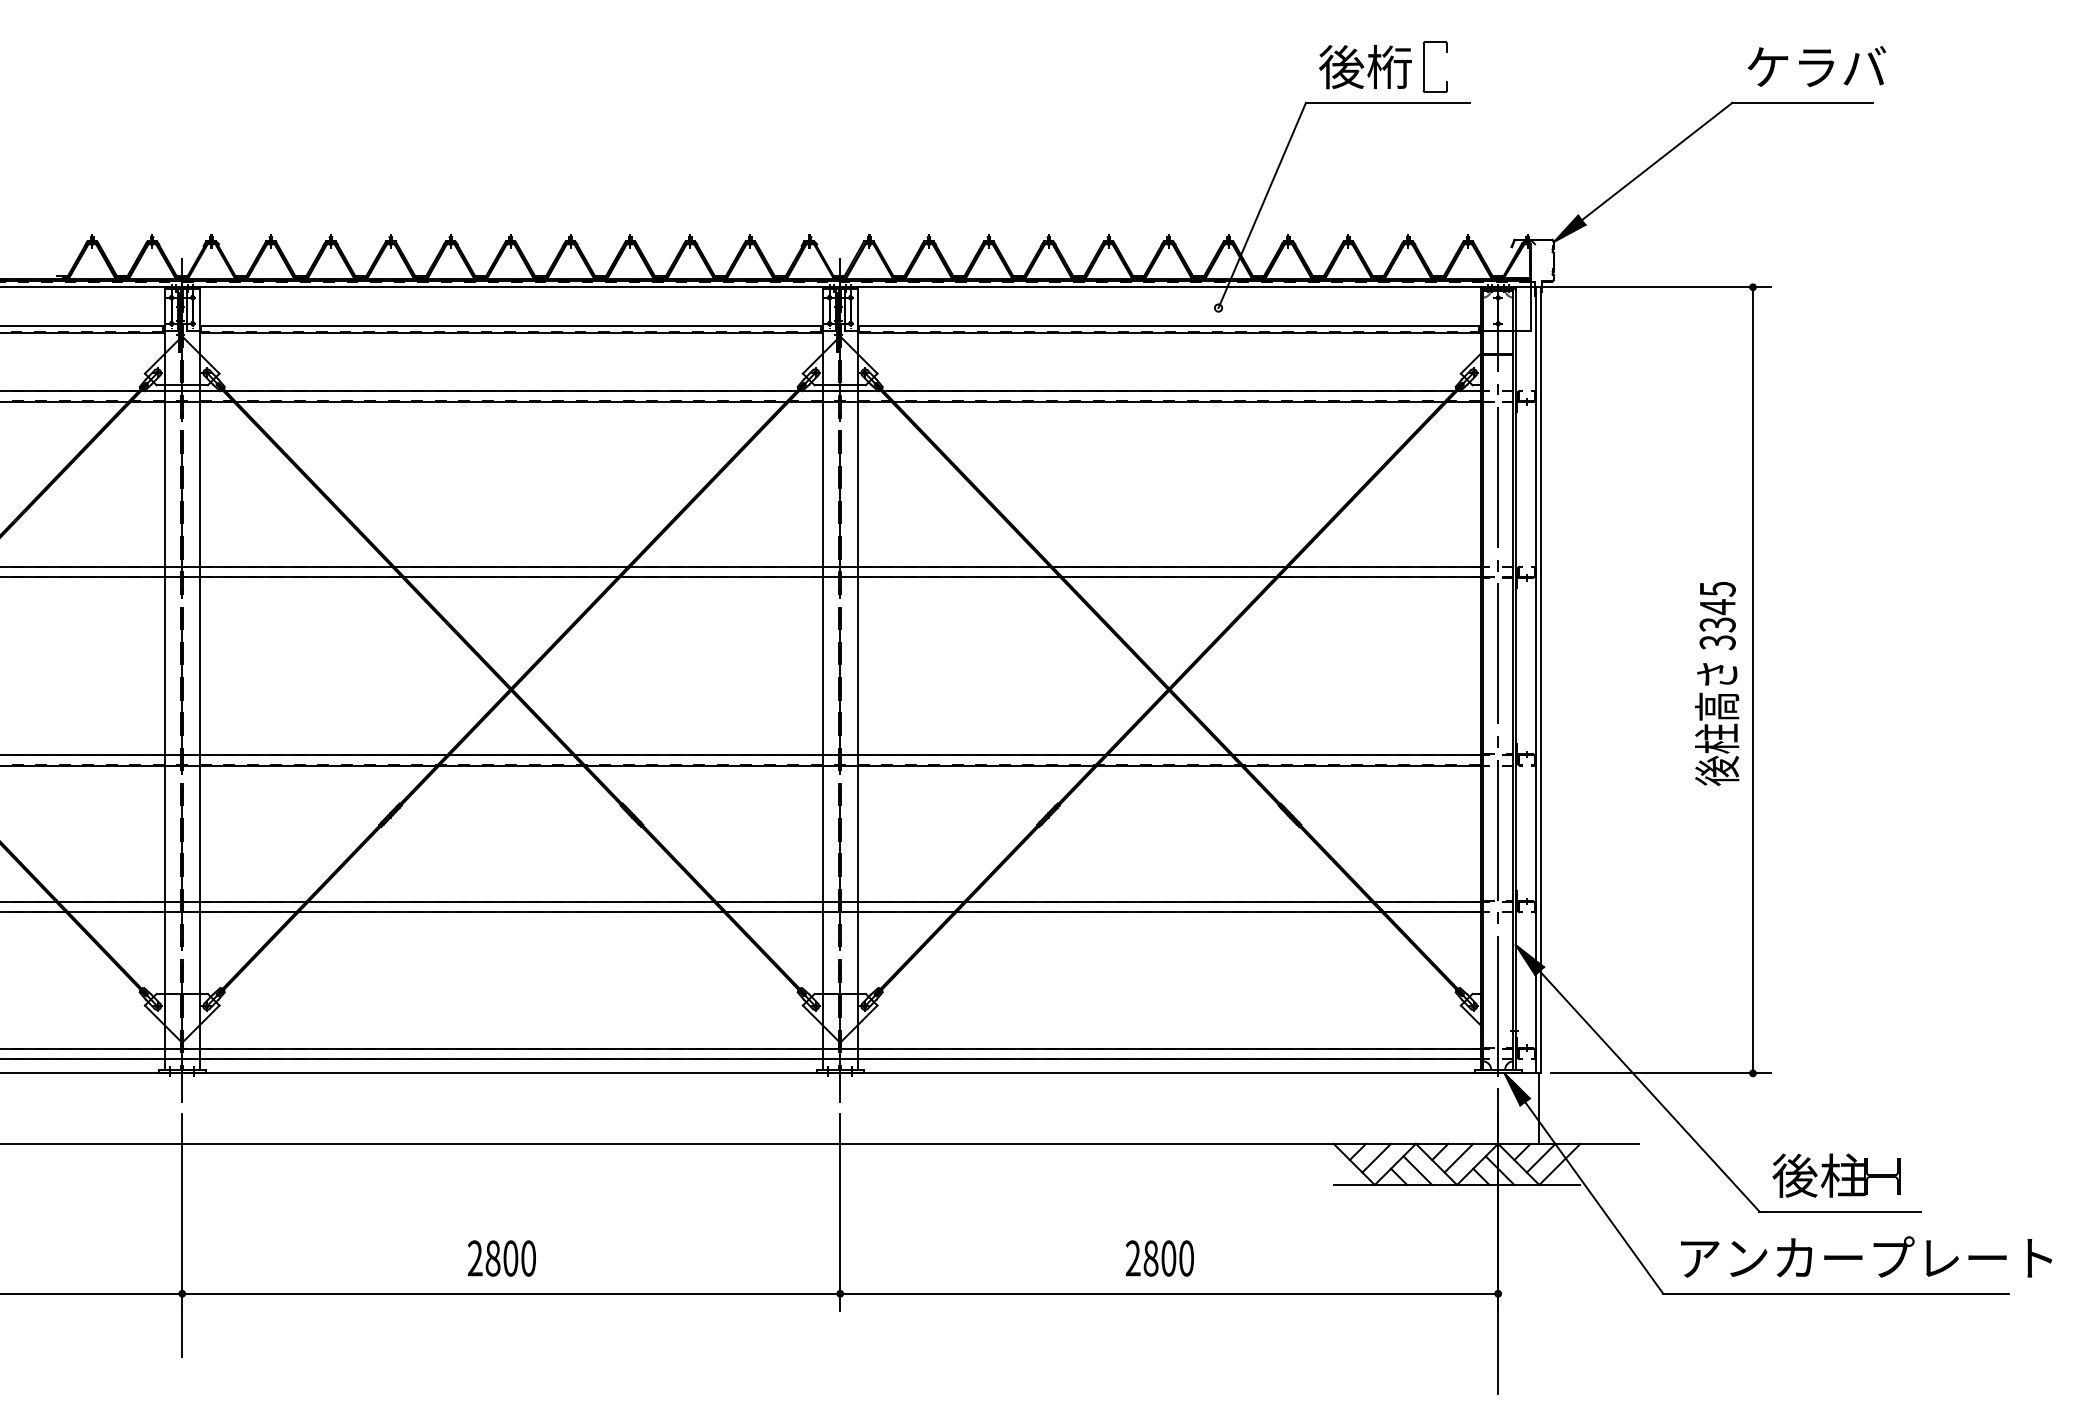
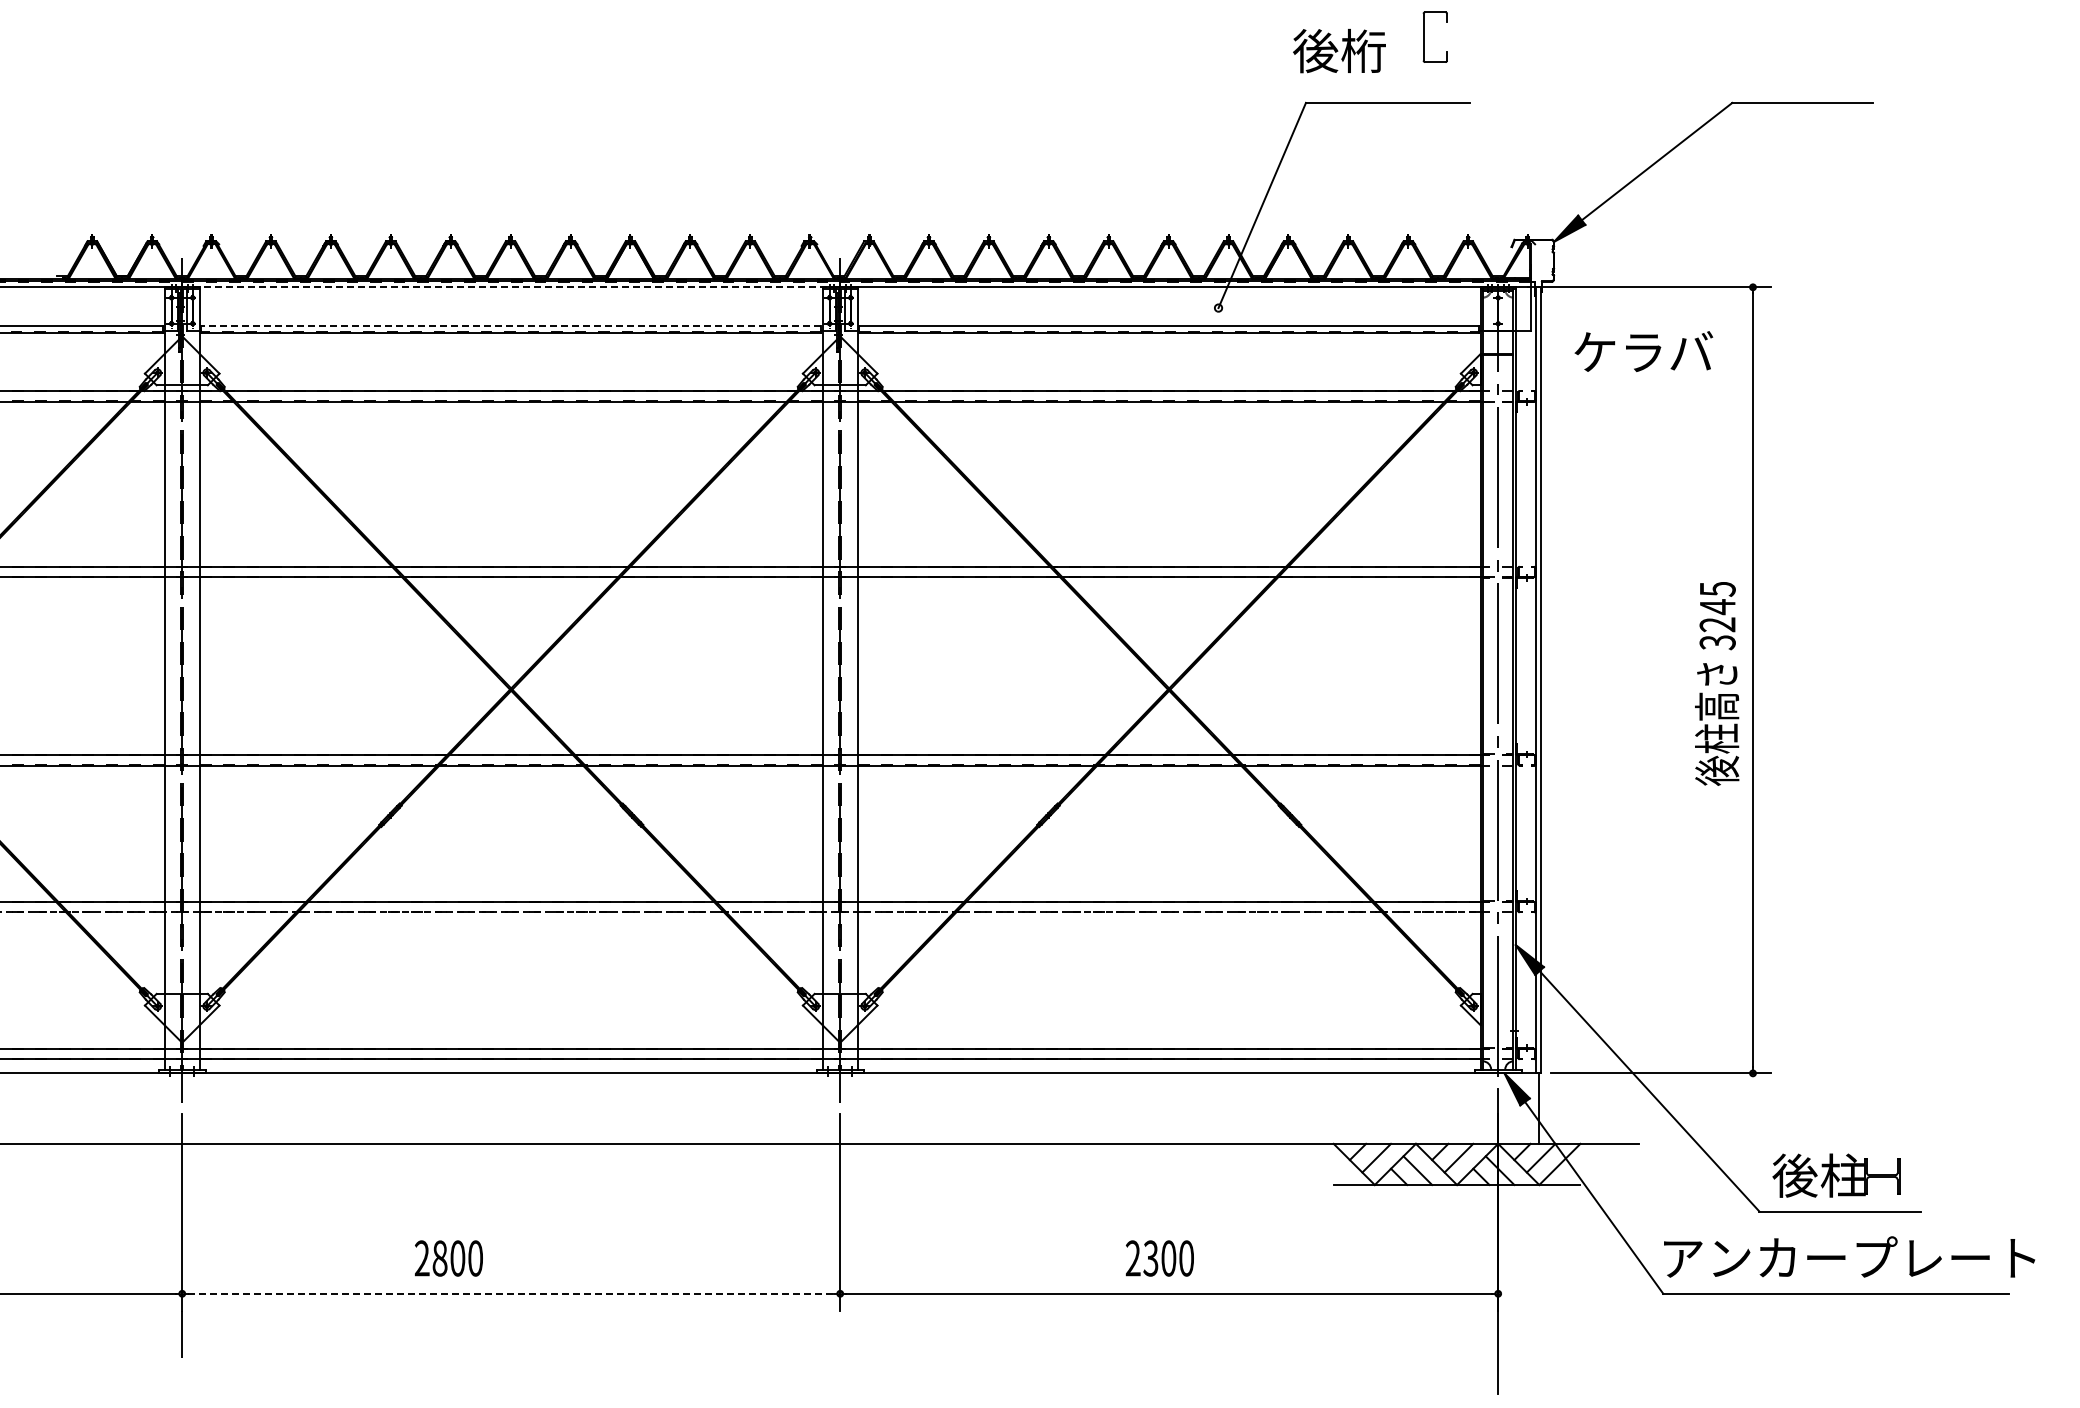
part at (1424, 66) position: (1424, 66) -> (1424, 36)
text at (1816, 66) position: (1816, 66) -> (1643, 351)
text at (1365, 67) position: (1365, 67) -> (1339, 51)
line at (511, 286): solid -> dashed
line at (510, 326): solid -> dashed
text at (1717, 624): 3345 -> 3245
line at (740, 912): solid -> dashed
text at (1866, 1256) position: (1866, 1256) -> (1849, 1256)
text at (501, 1258) position: (501, 1258) -> (448, 1258)
text at (1150, 1258): 2800 -> 2300
line at (511, 1293): solid -> dashed
